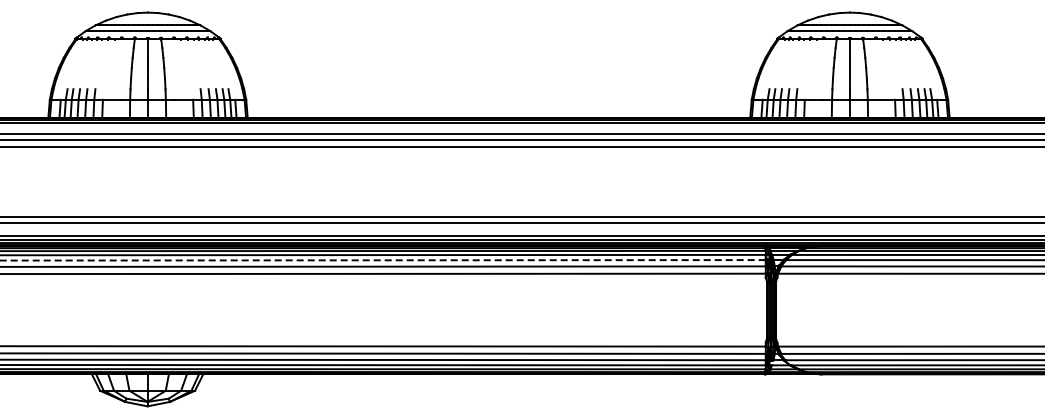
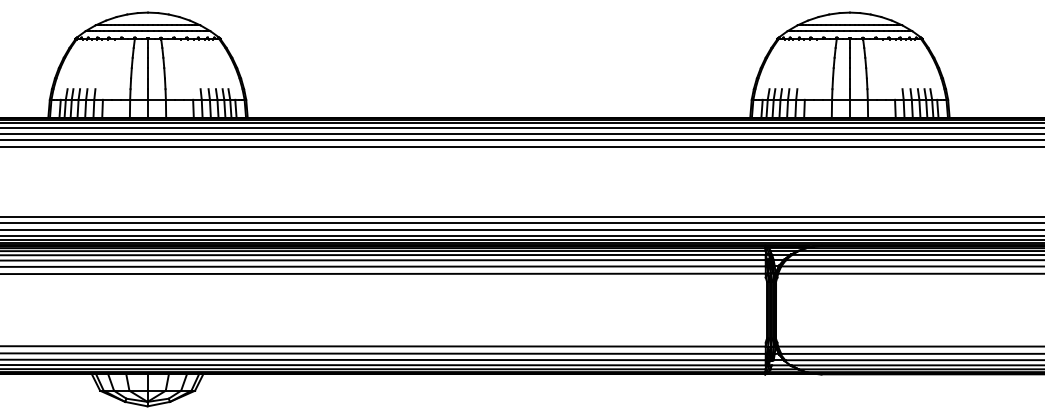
line at (521, 128): none -> present
line at (521, 229): none -> present
line at (382, 260): dashed -> solid
